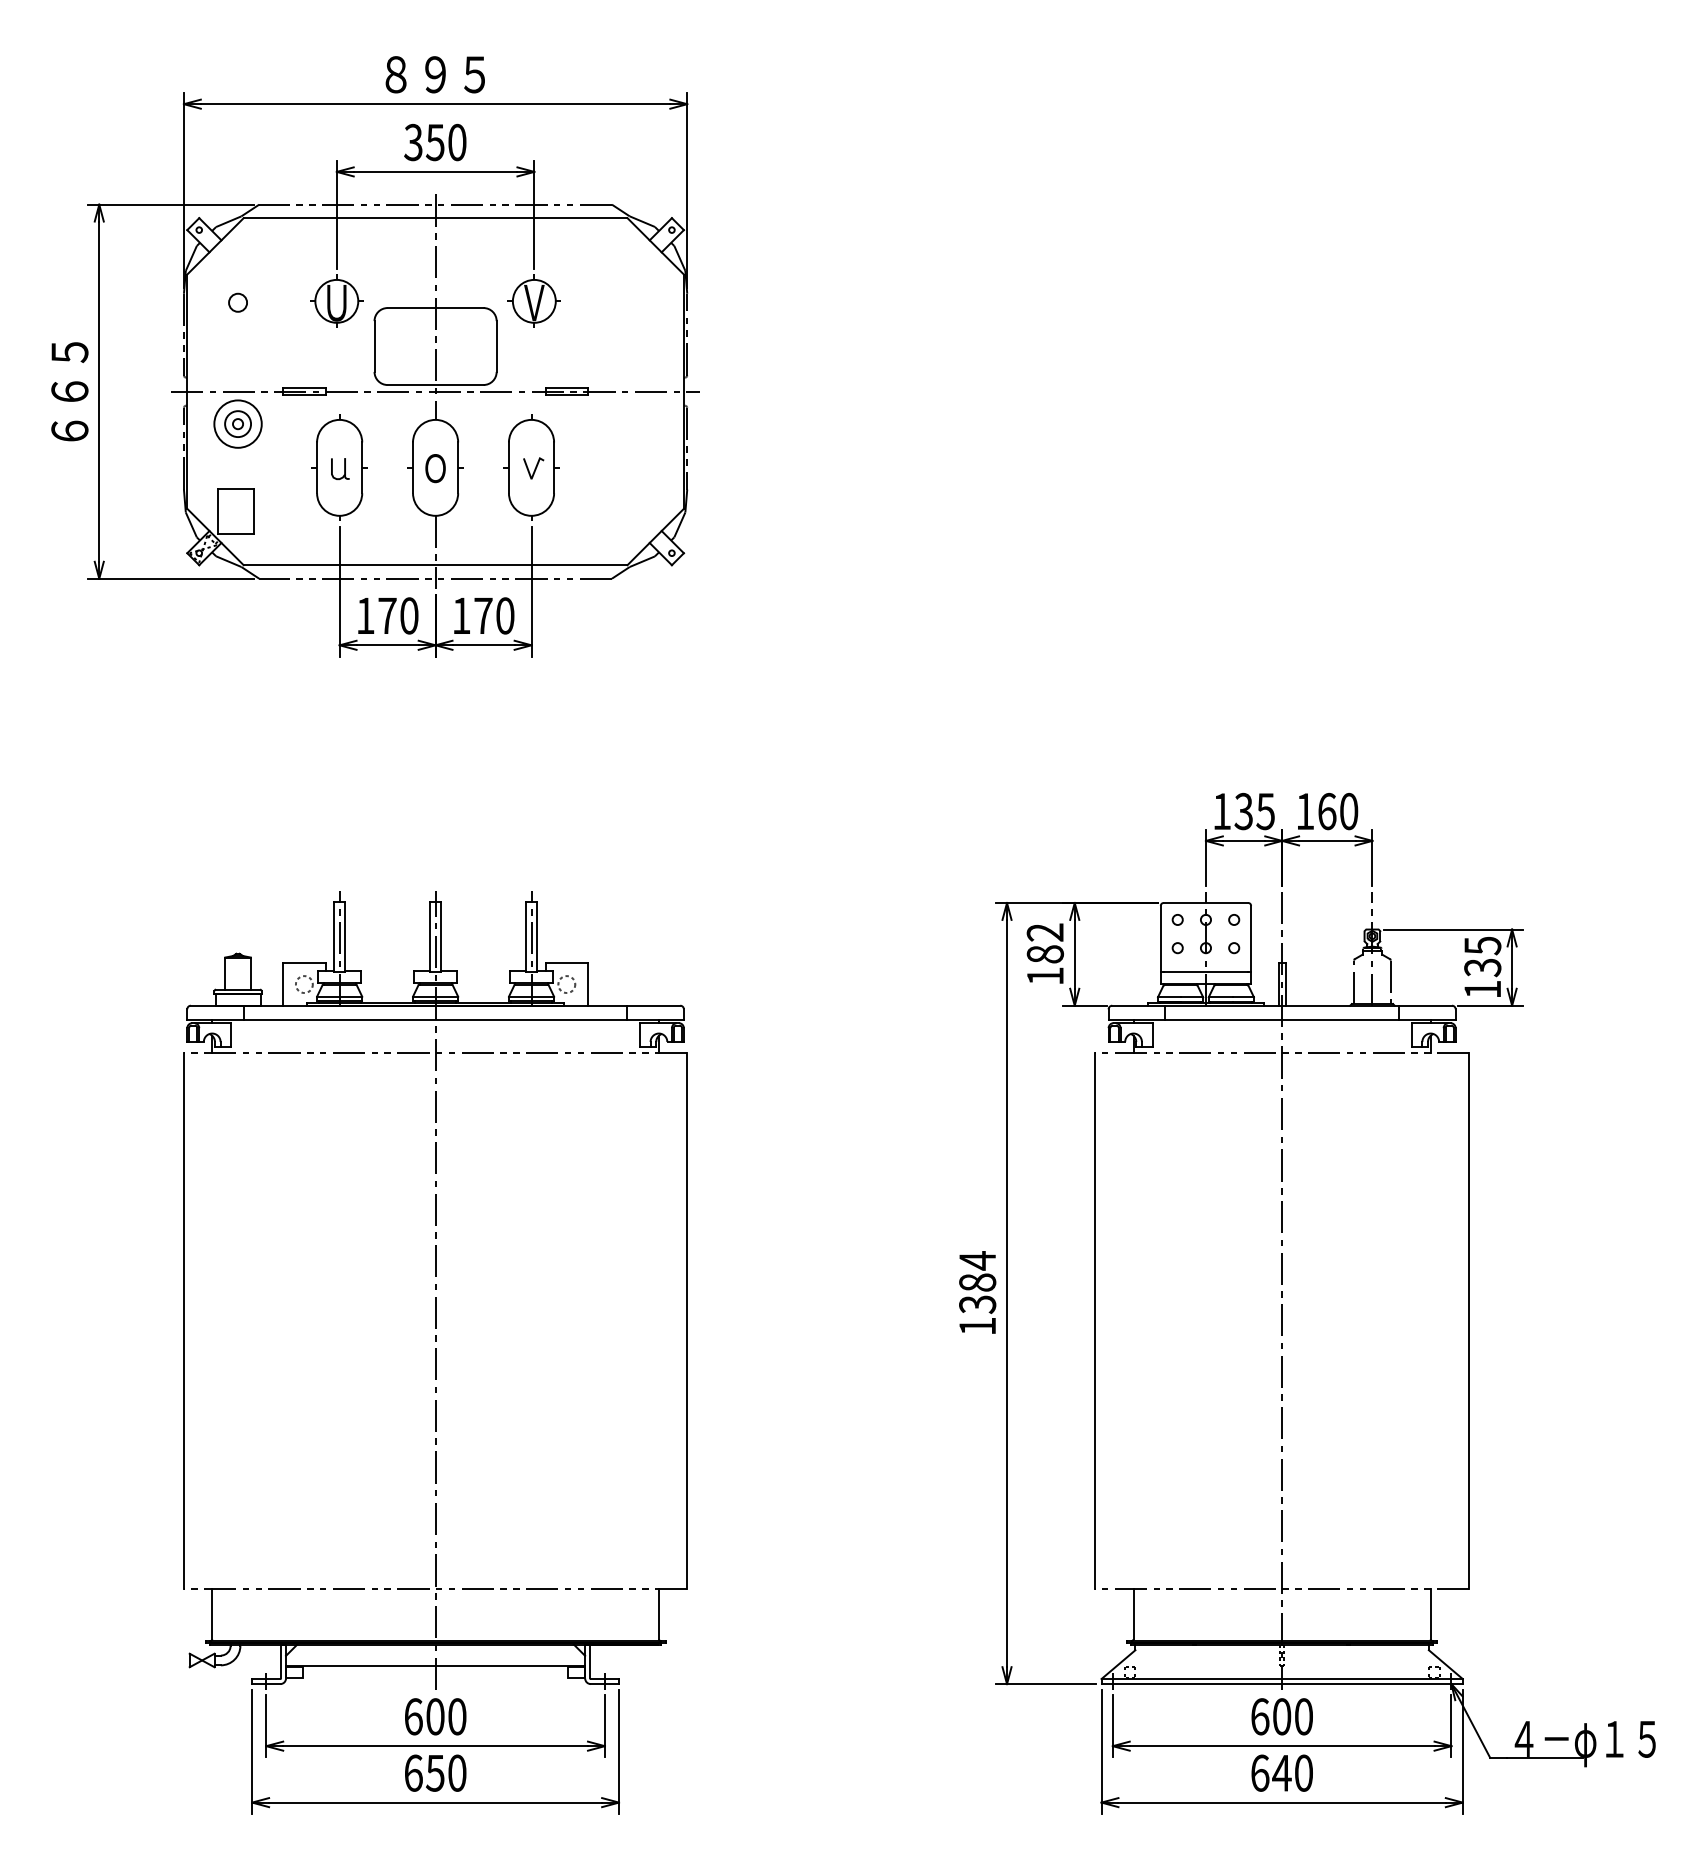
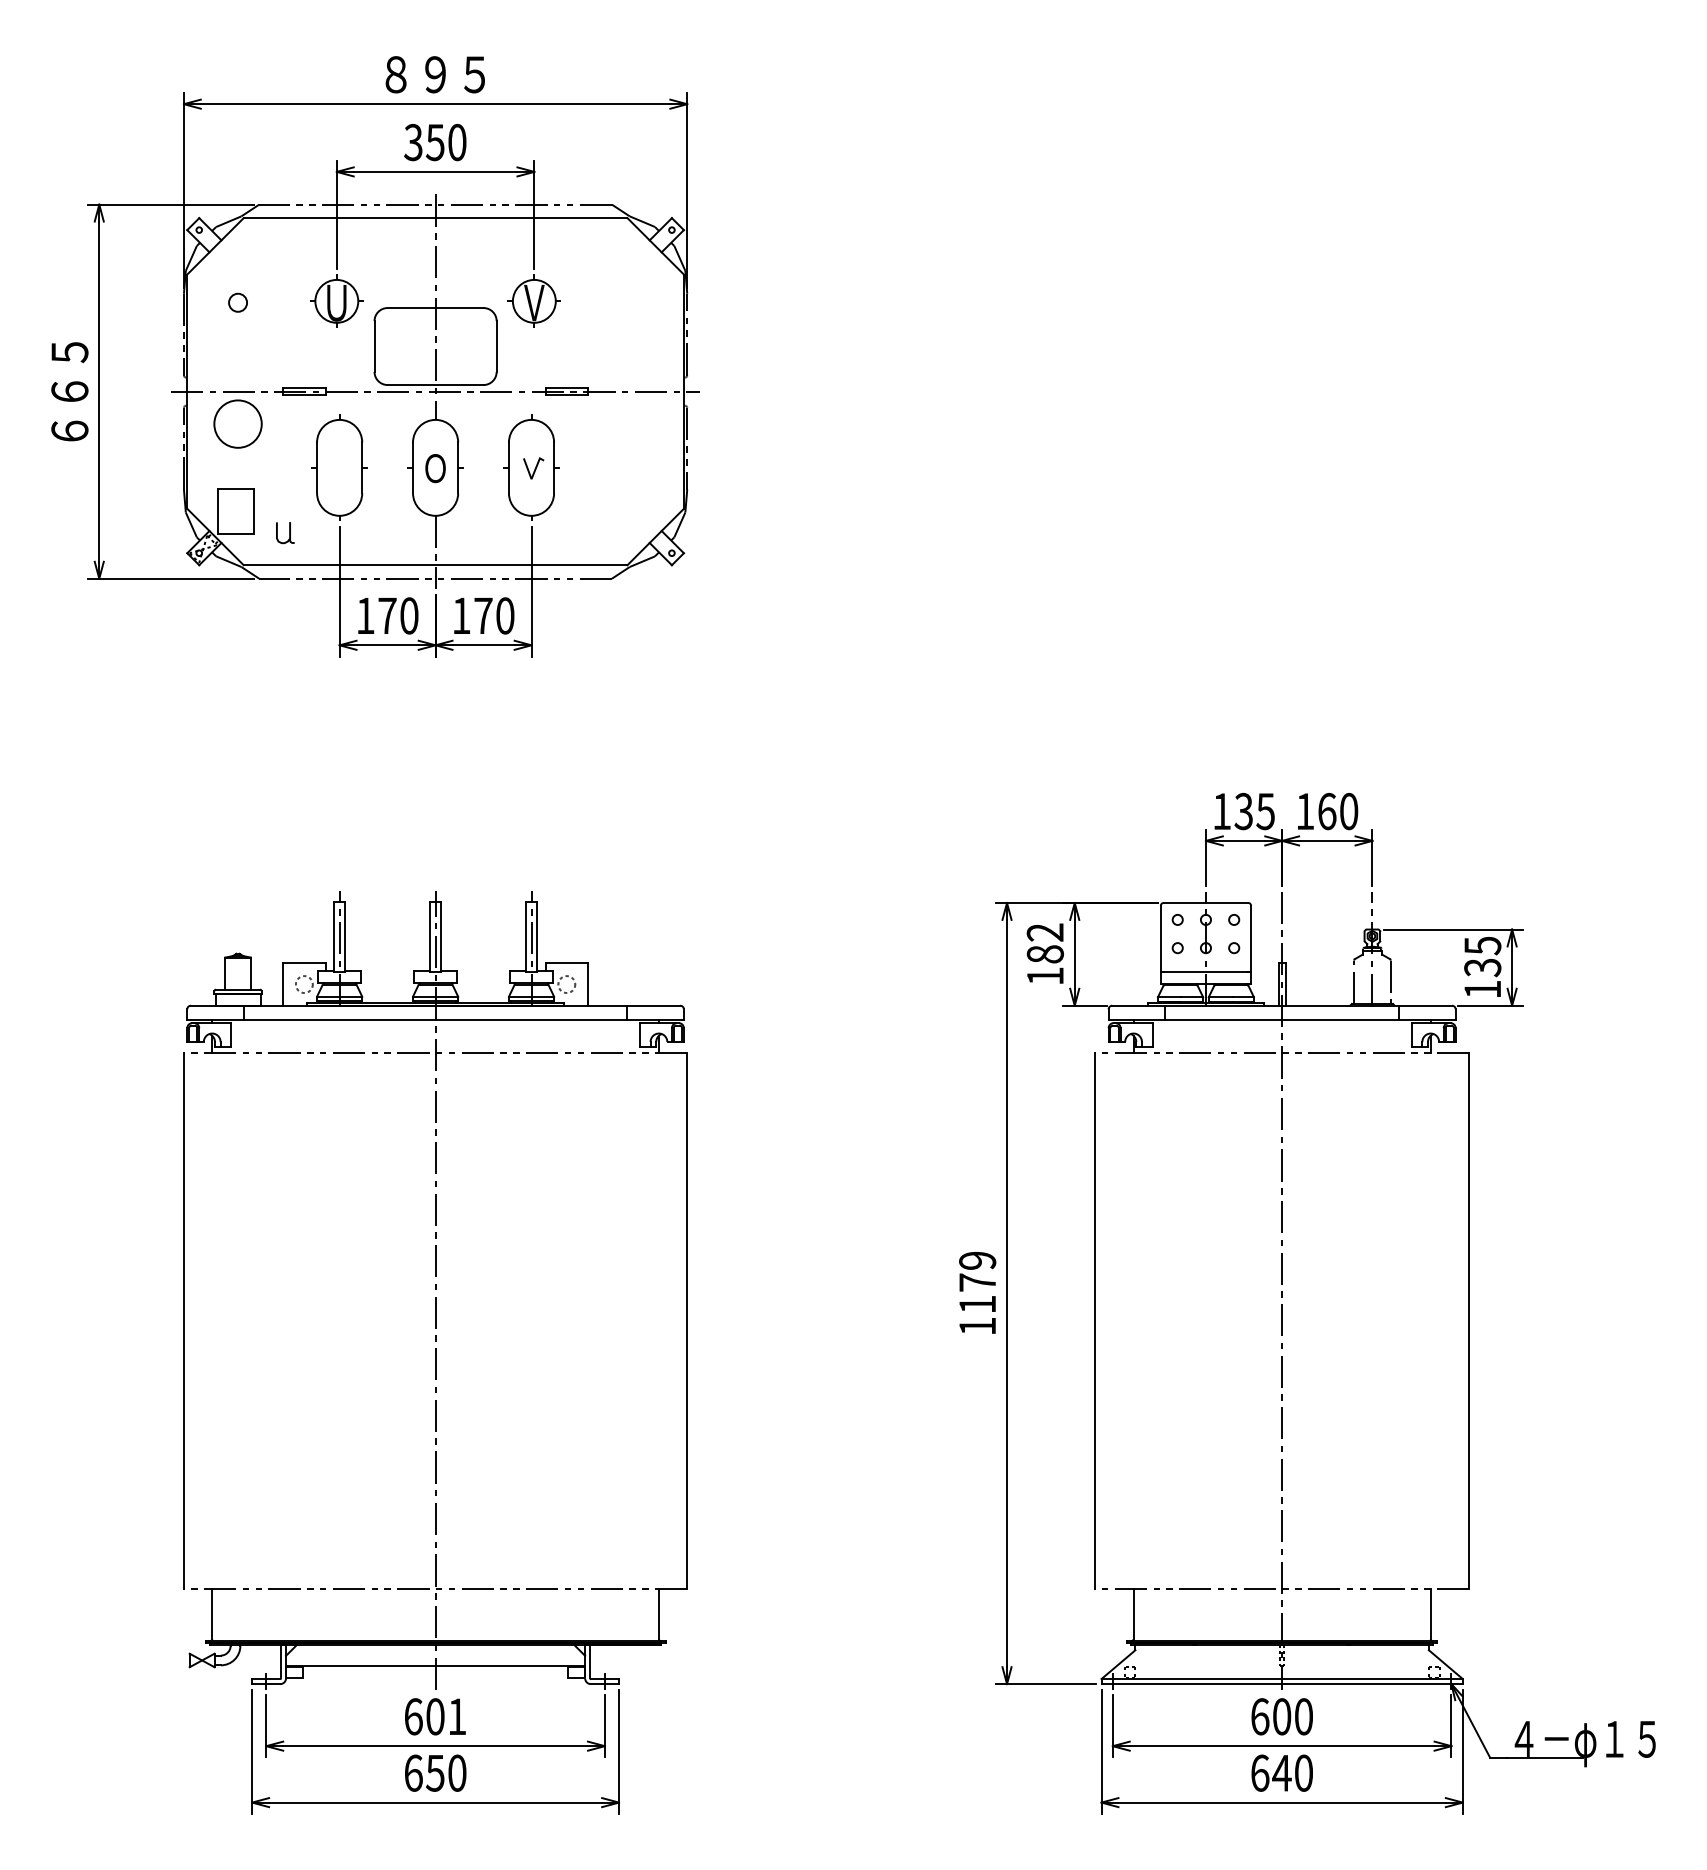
part at (237, 423): present -> none
part at (340, 468) position: (340, 468) -> (285, 532)
text at (977, 1282): 1384 -> 1179
text at (457, 1716): 600 -> 601
